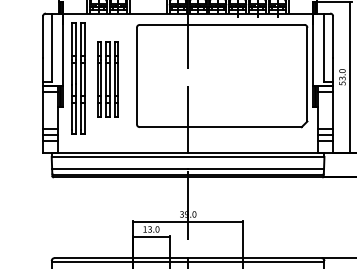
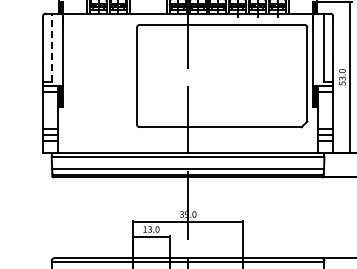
line at (52, 47): solid -> dashed
part at (78, 78): present -> none
part at (107, 79): present -> none
